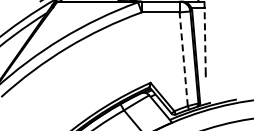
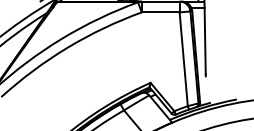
line at (205, 37): dashed -> solid
line at (183, 58): dashed -> solid
